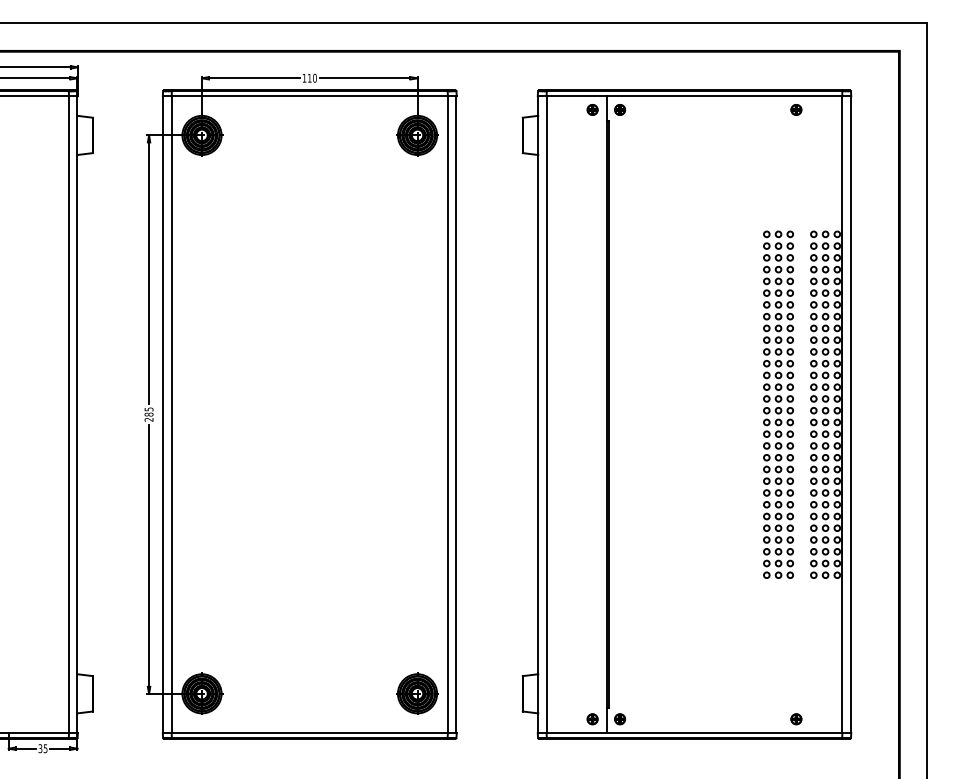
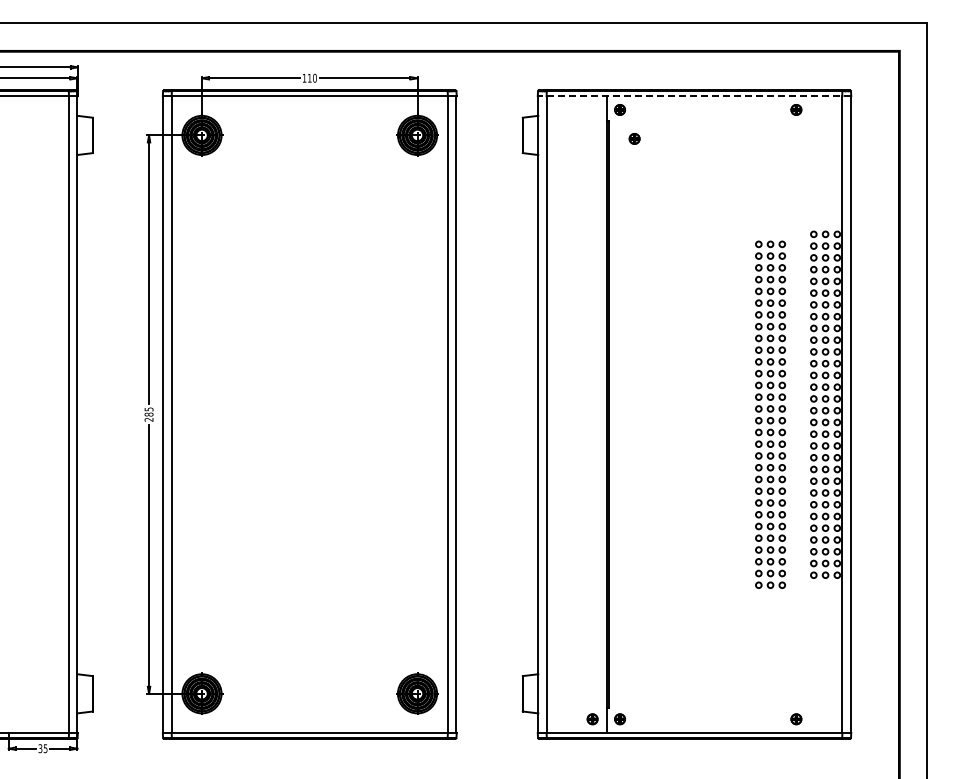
line at (694, 96): solid -> dashed
part at (592, 109) position: (592, 109) -> (634, 138)
part at (778, 404) position: (778, 404) -> (770, 414)
